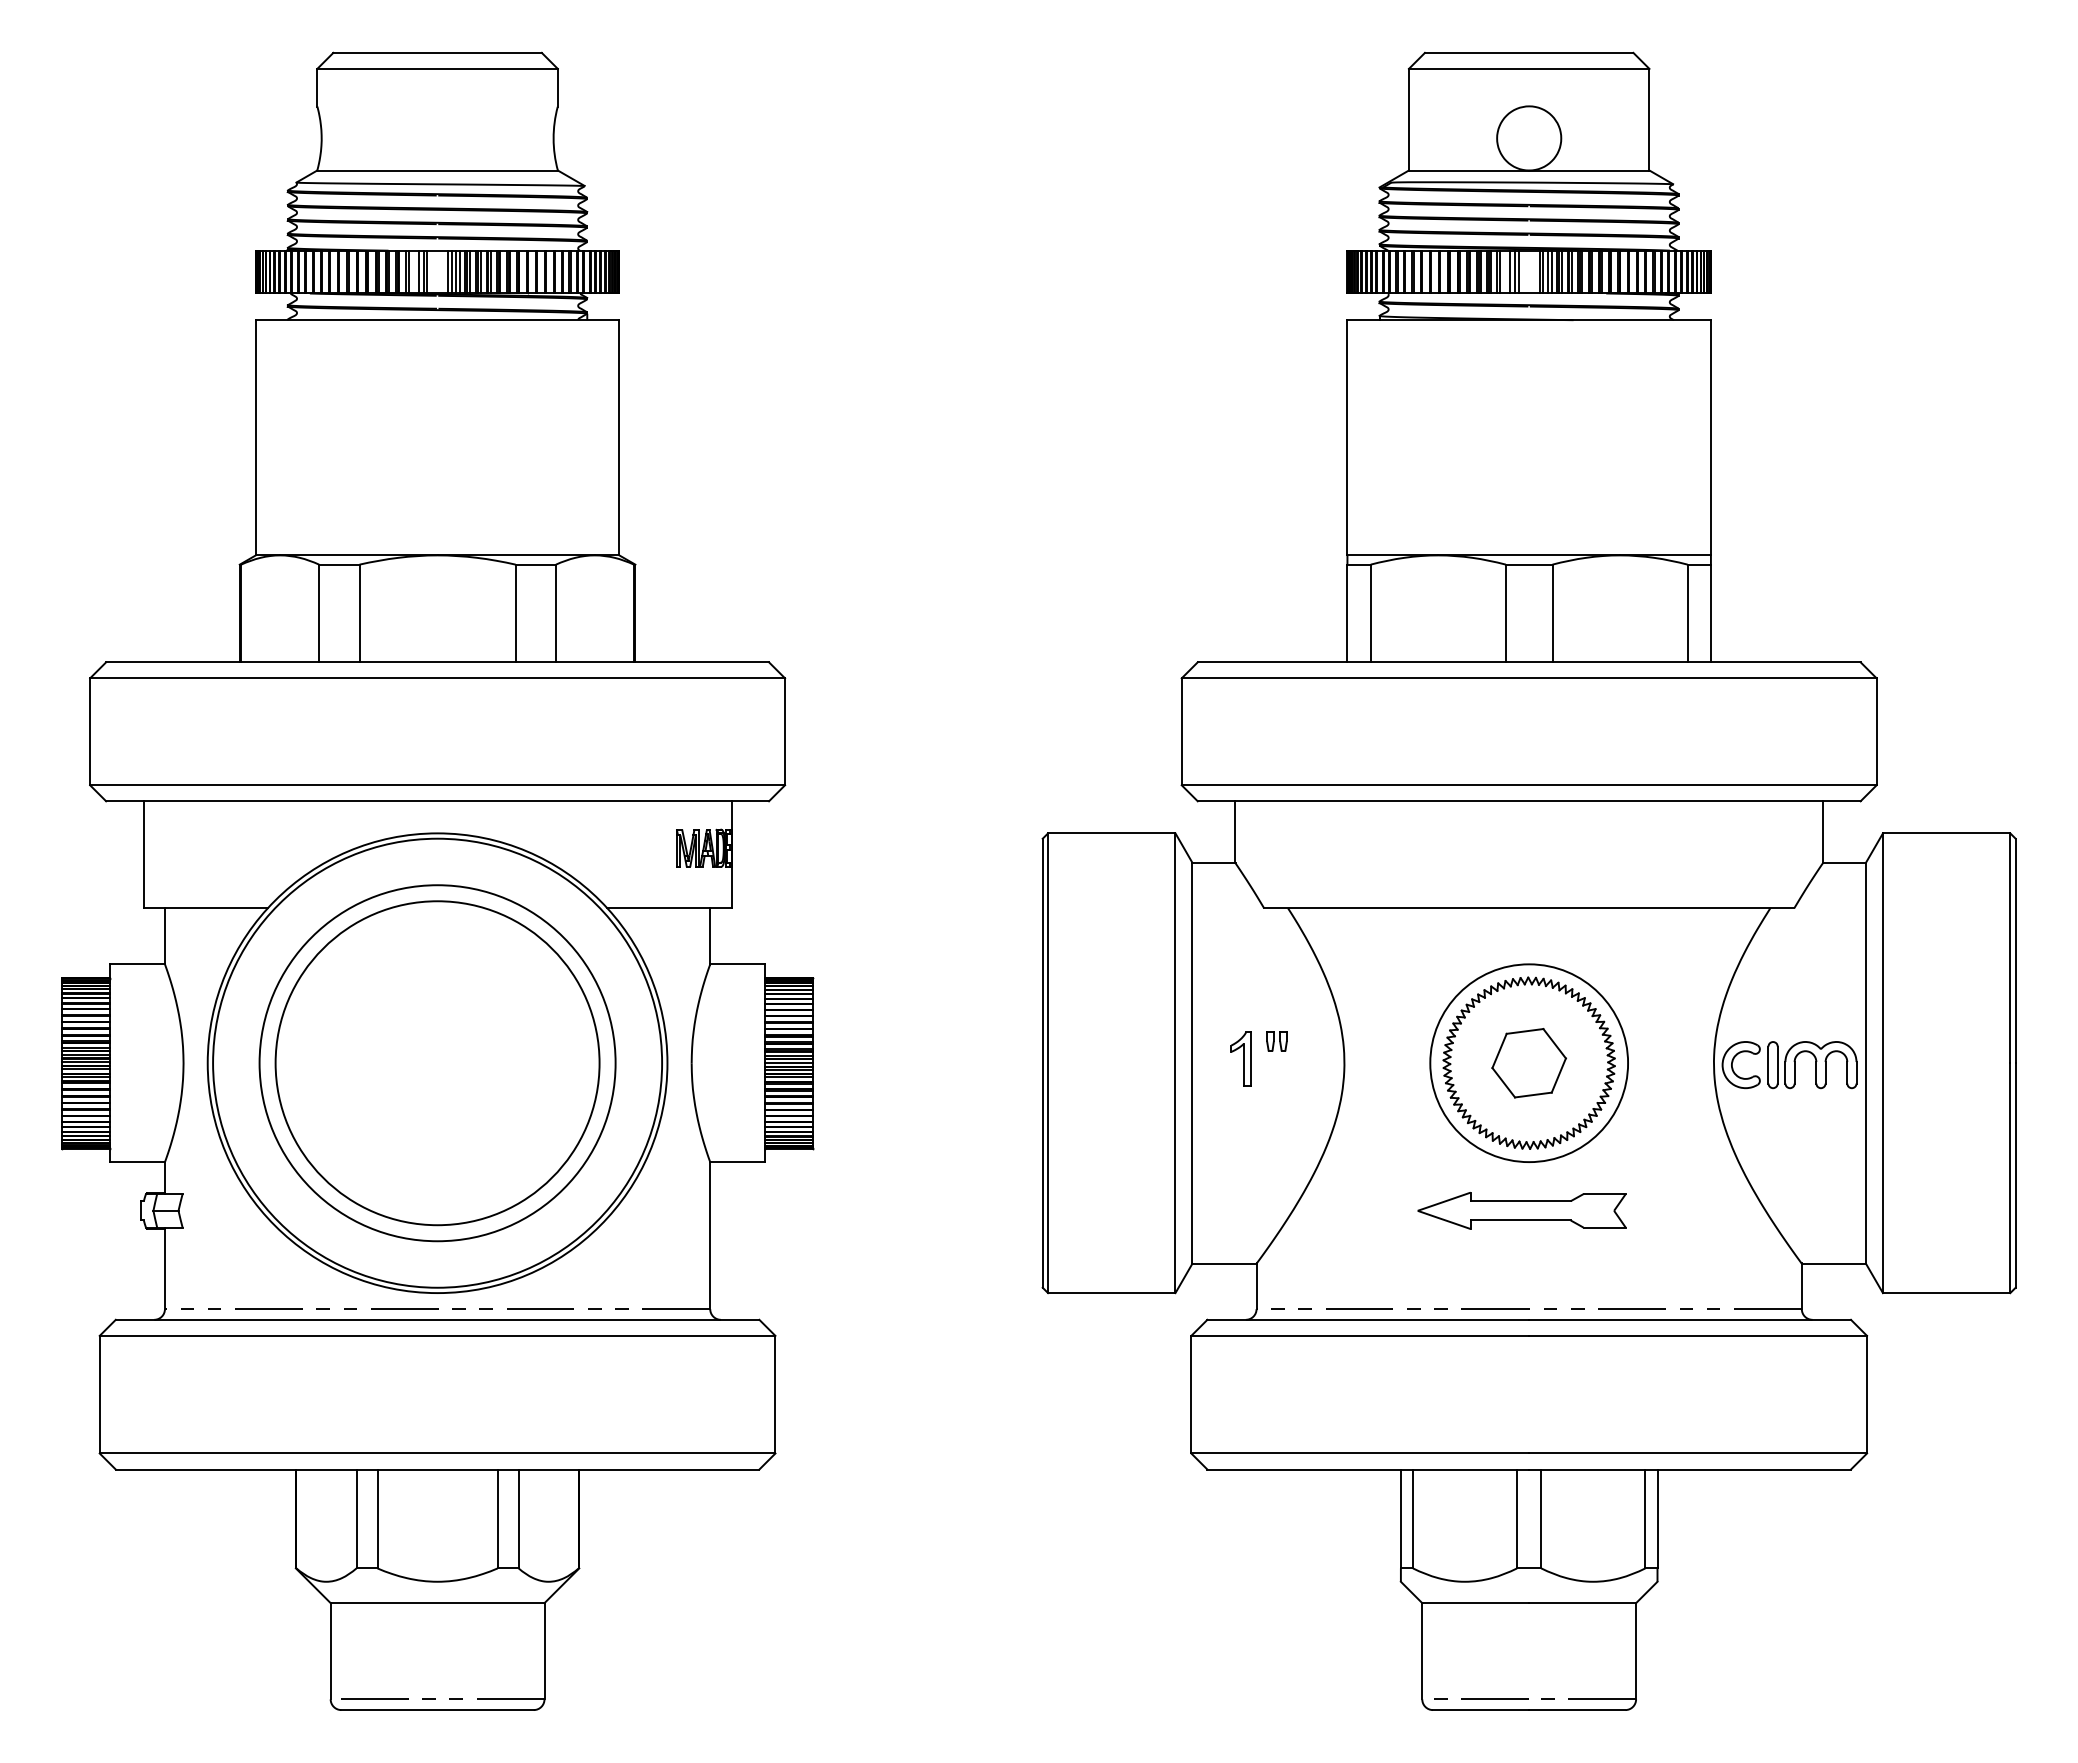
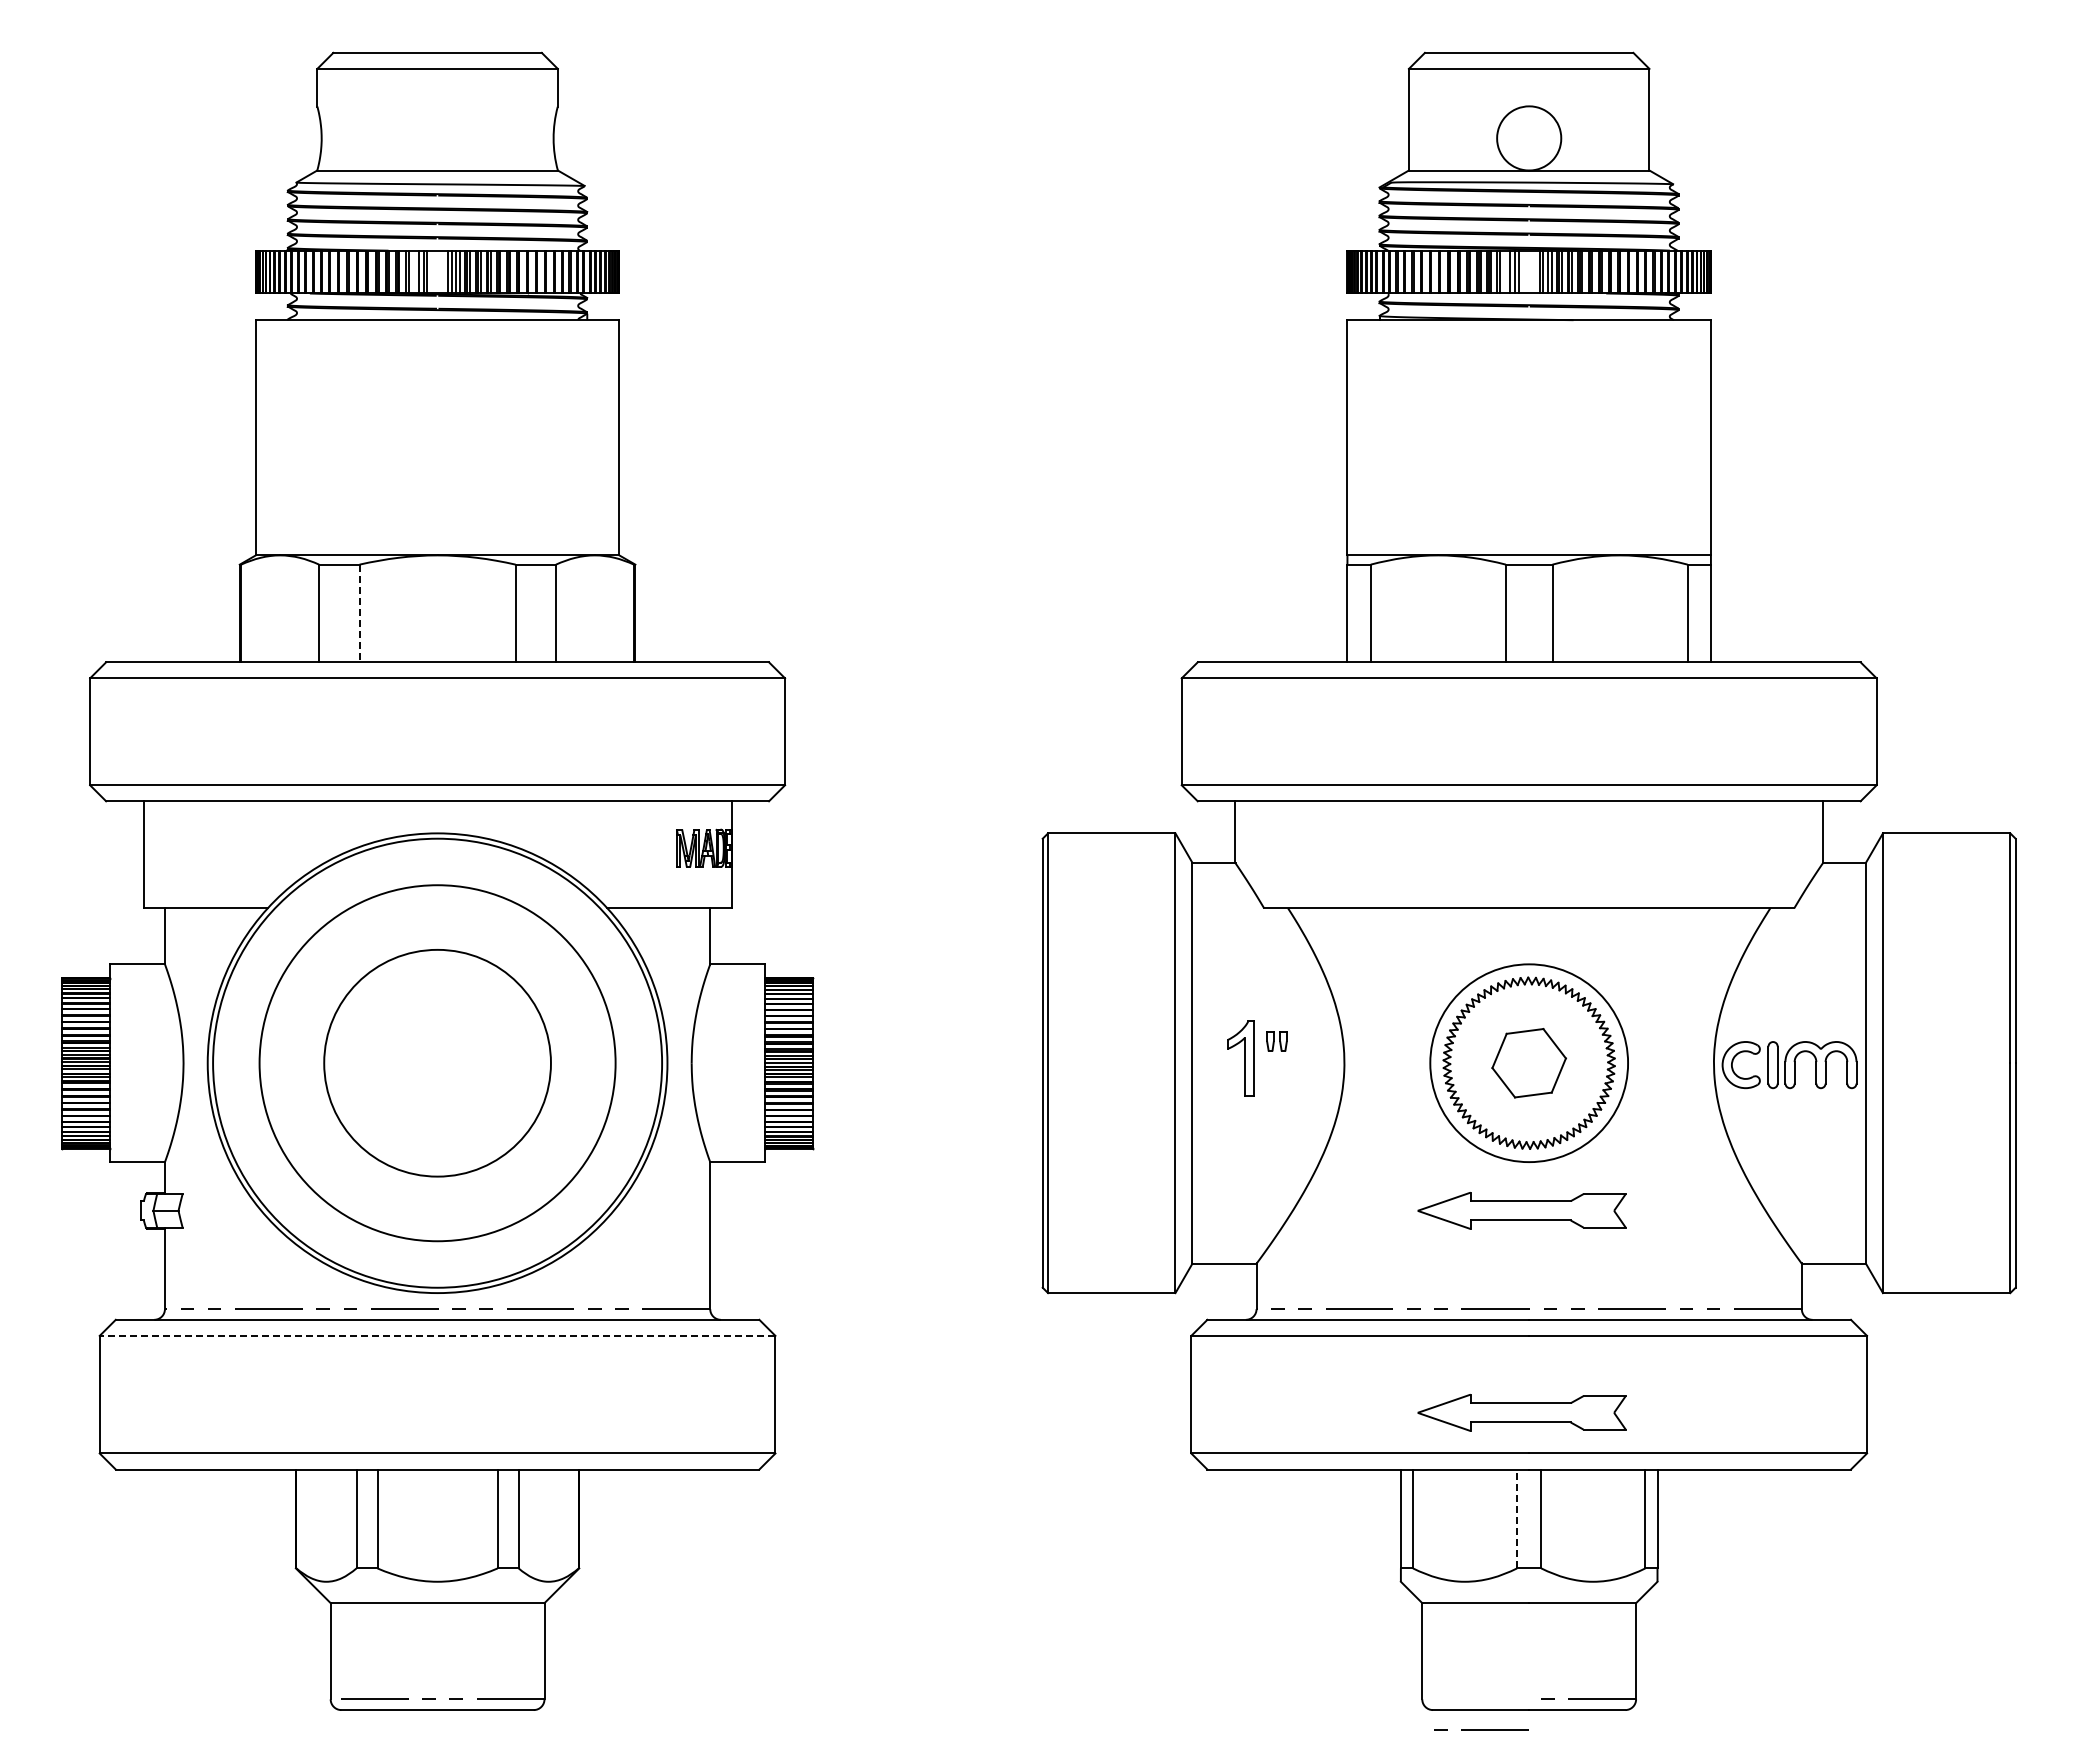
line at (359, 613): solid -> dashed
part at (1240, 1058) size: 22x56 px -> 28x77 px
circle at (437, 1063) diameter: 324 px -> 227 px
line at (437, 1335): solid -> dashed
part at (1521, 1412): none -> present
line at (1517, 1518): solid -> dashed
line at (1481, 1698) position: (1481, 1698) -> (1481, 1729)
